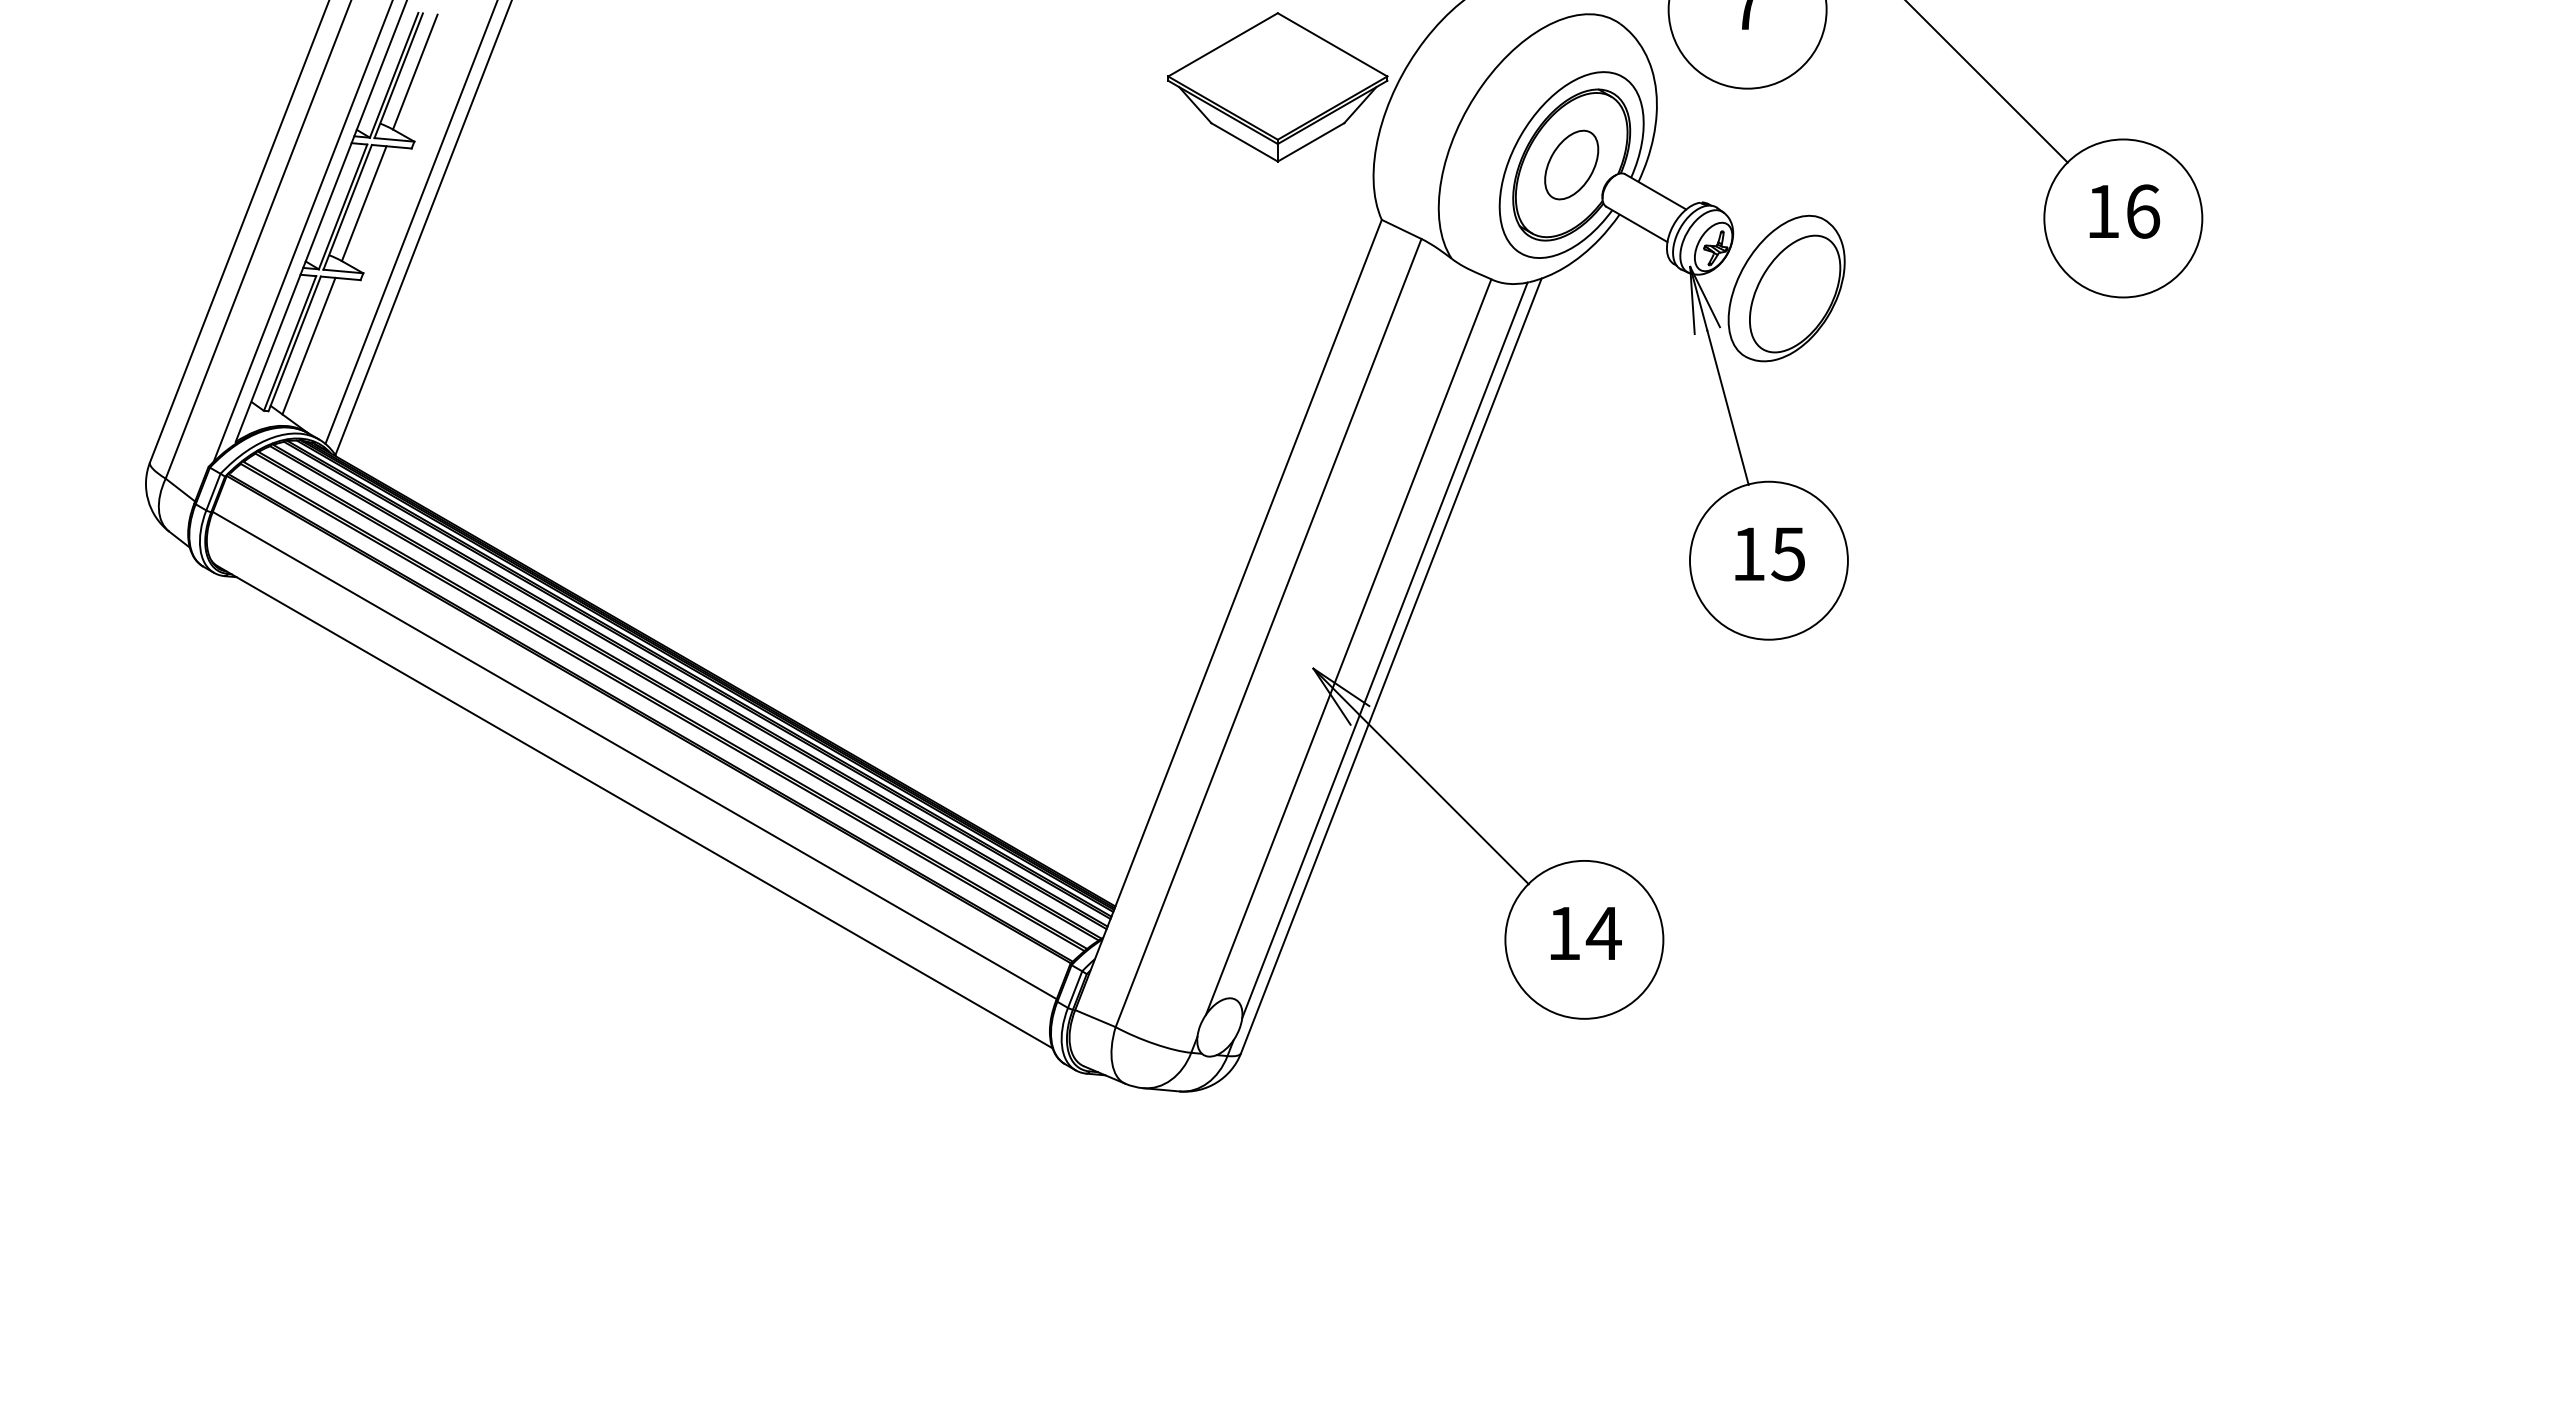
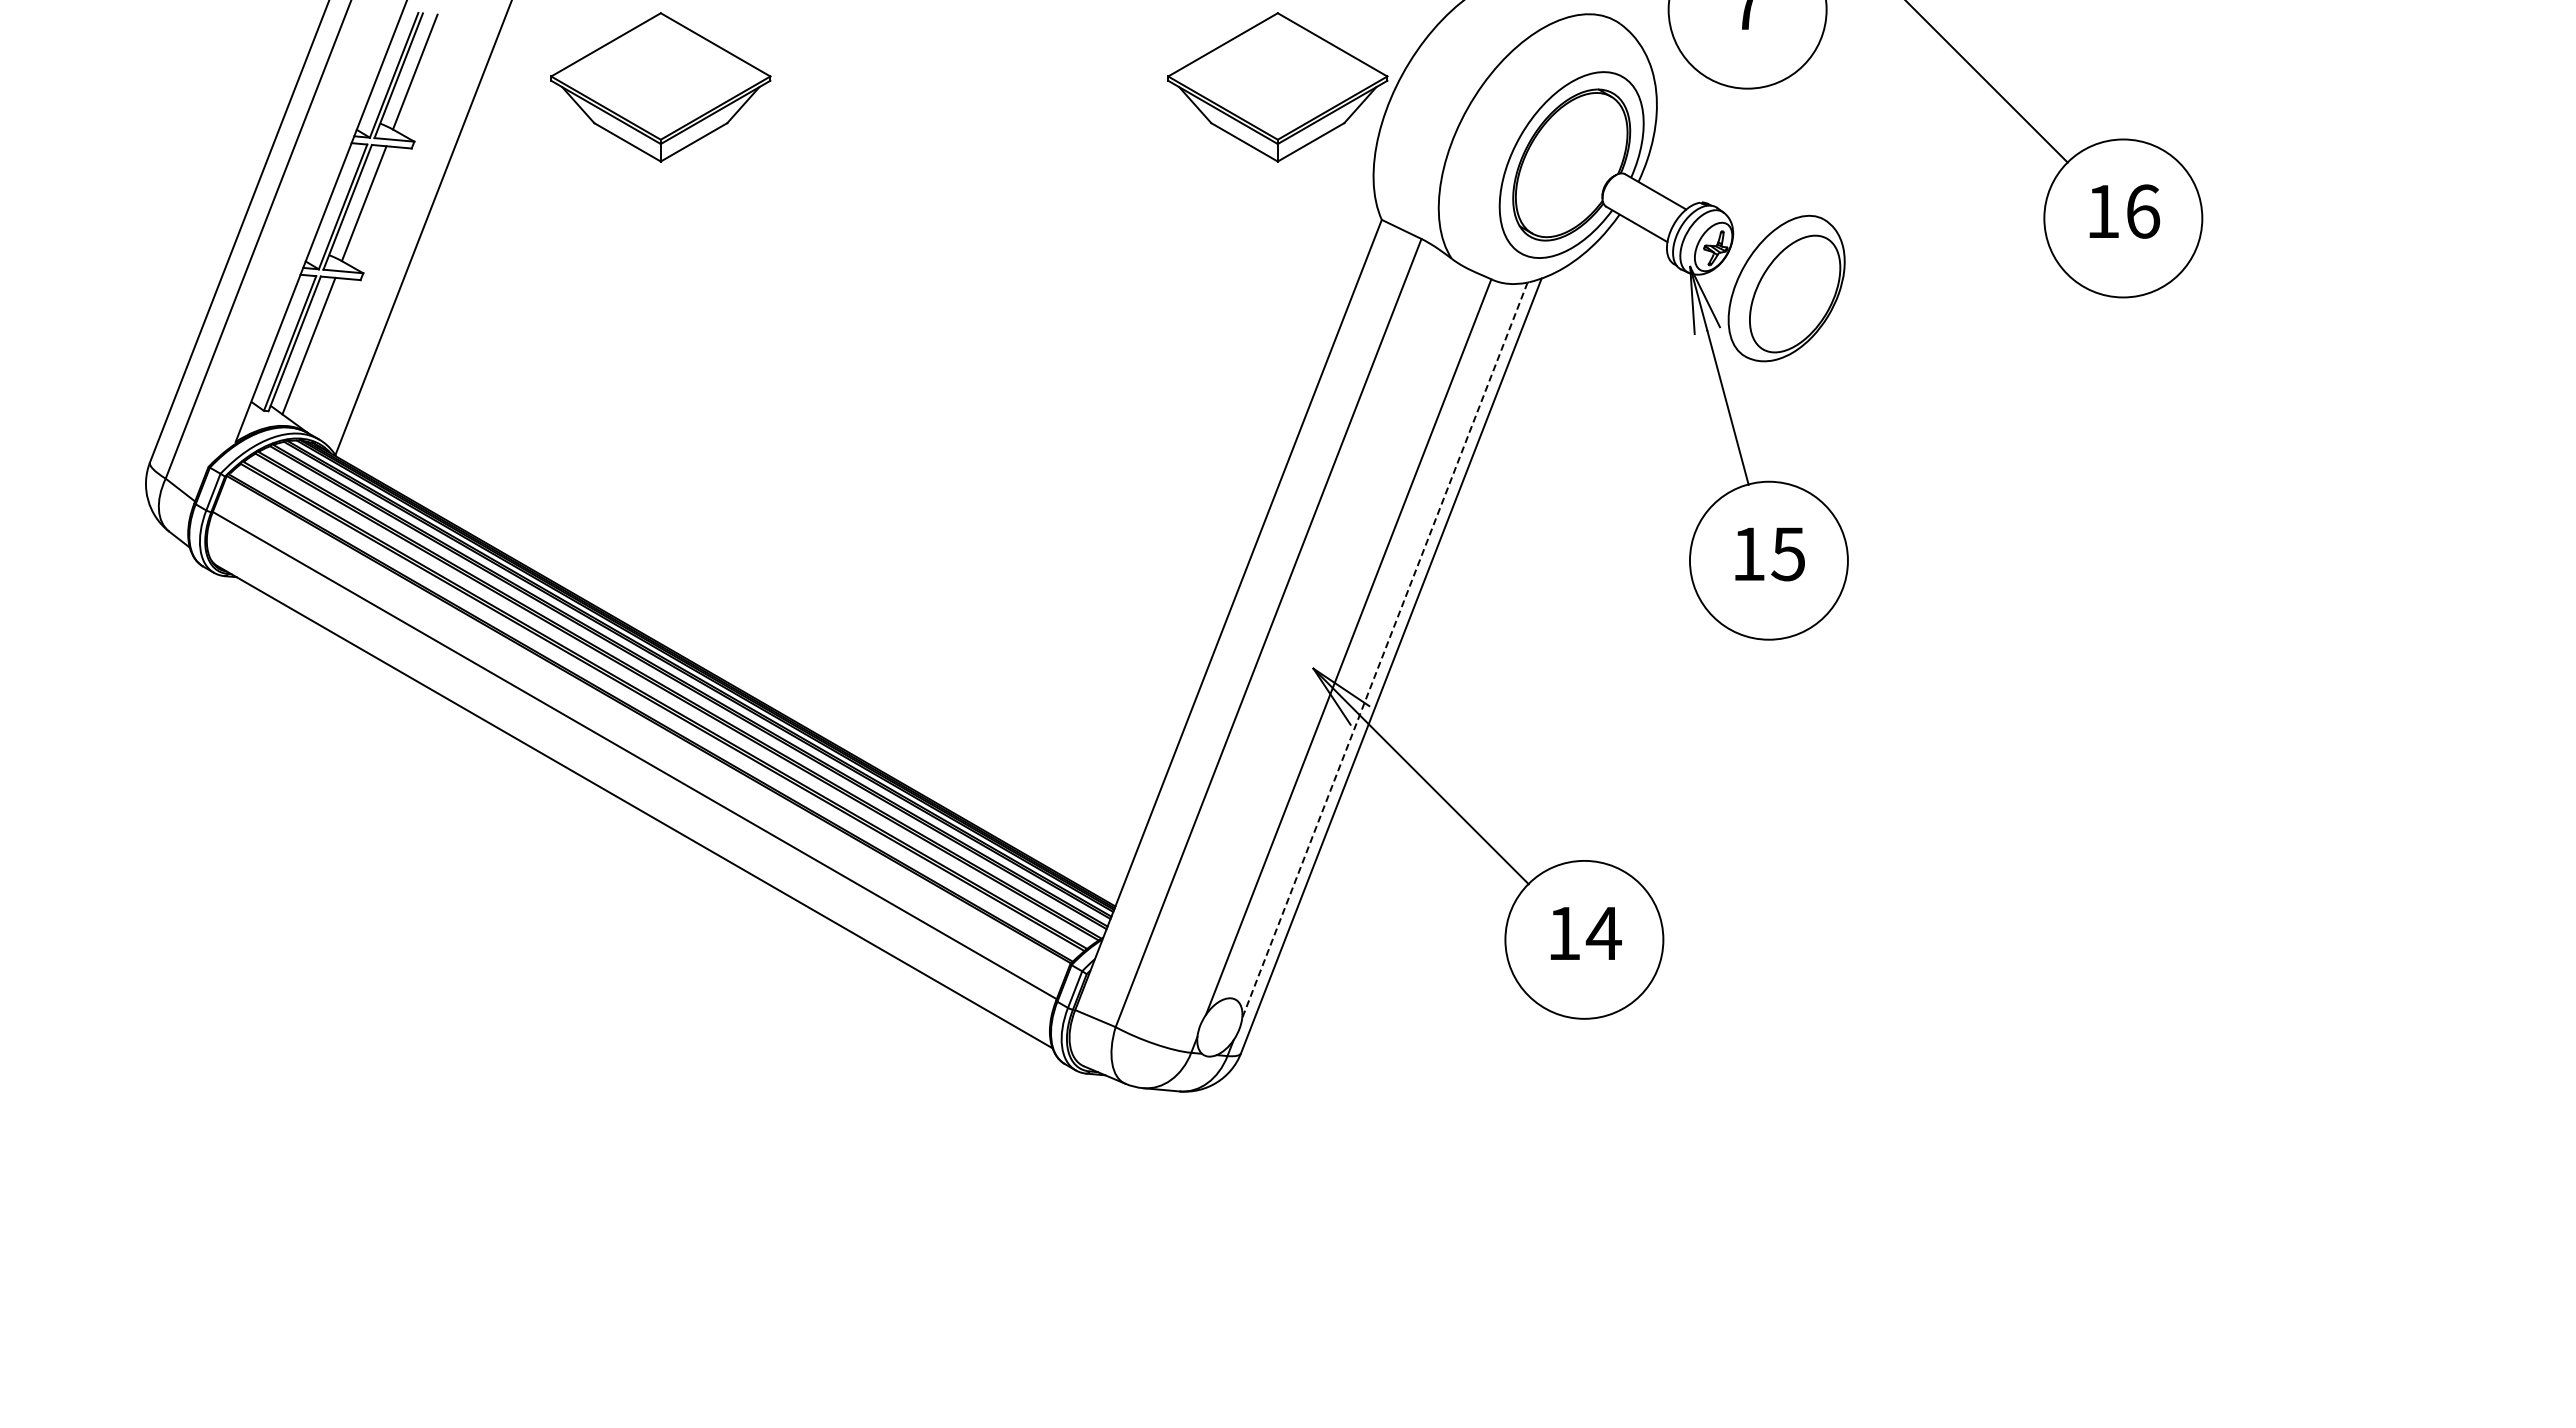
part at (660, 87): none -> present
part at (1571, 164): present -> none
line at (410, 222): present -> none
line at (302, 231): present -> none
line at (1384, 650): solid -> dashed
